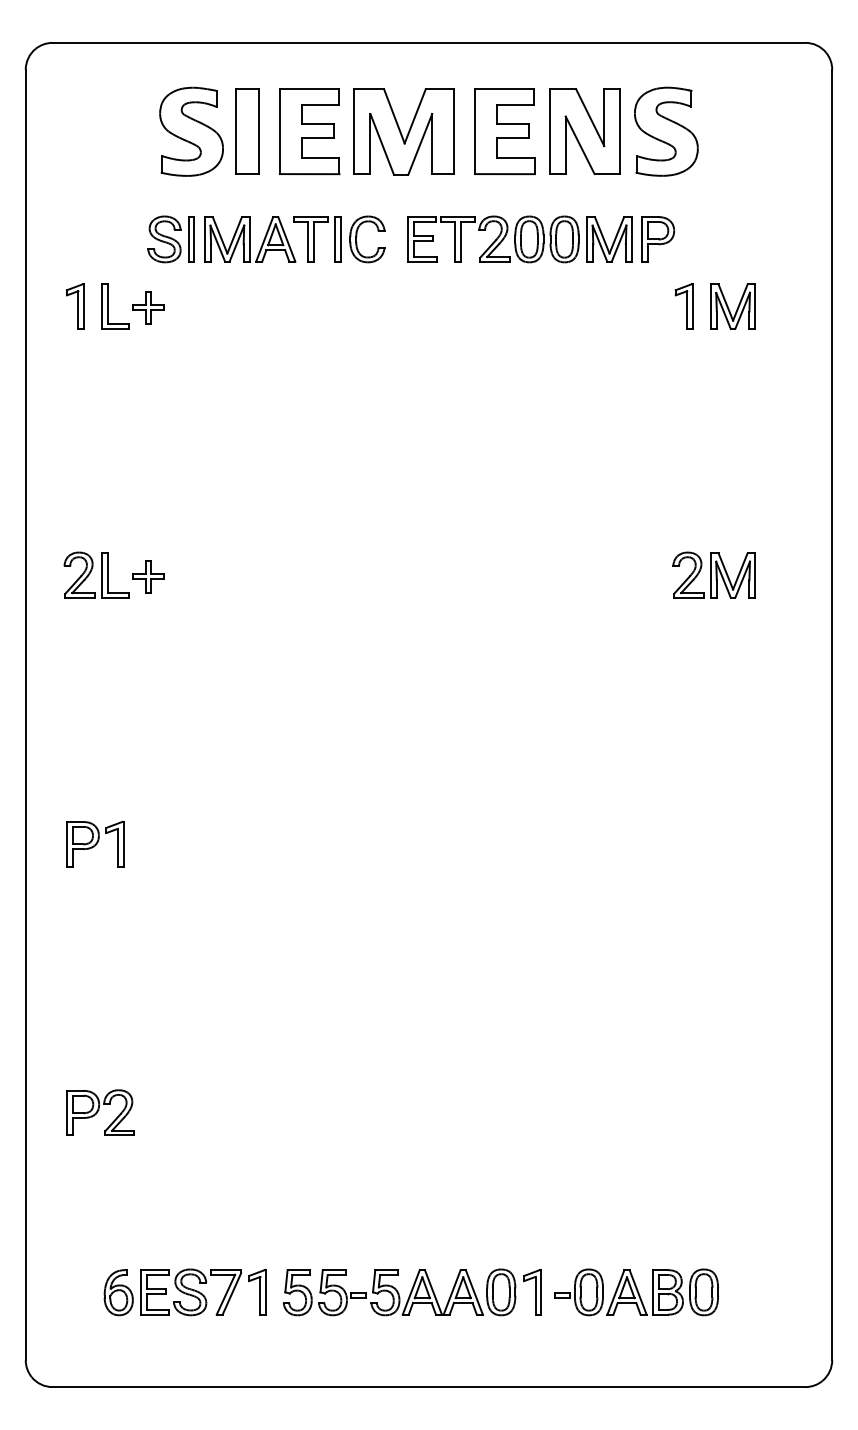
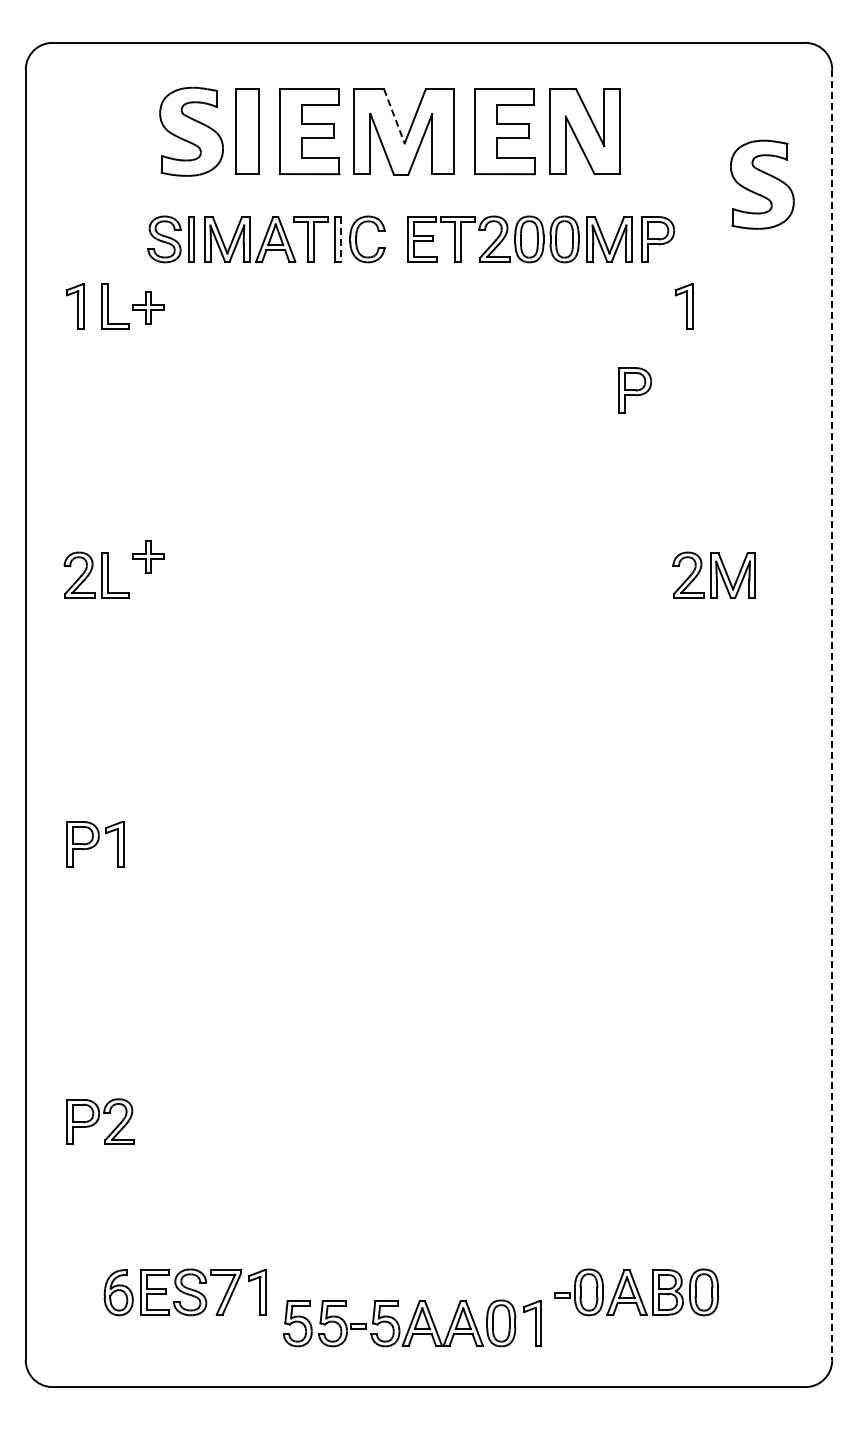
line at (394, 116): solid -> dashed
part at (666, 131) position: (666, 131) -> (762, 184)
line at (341, 239): solid -> dashed
part at (732, 306): present -> none
part at (635, 390): none -> present
part at (148, 576) position: (148, 576) -> (148, 556)
line at (832, 715): solid -> dashed
part at (100, 1112) position: (100, 1112) -> (100, 1121)
part at (412, 1292) position: (412, 1292) -> (412, 1323)
